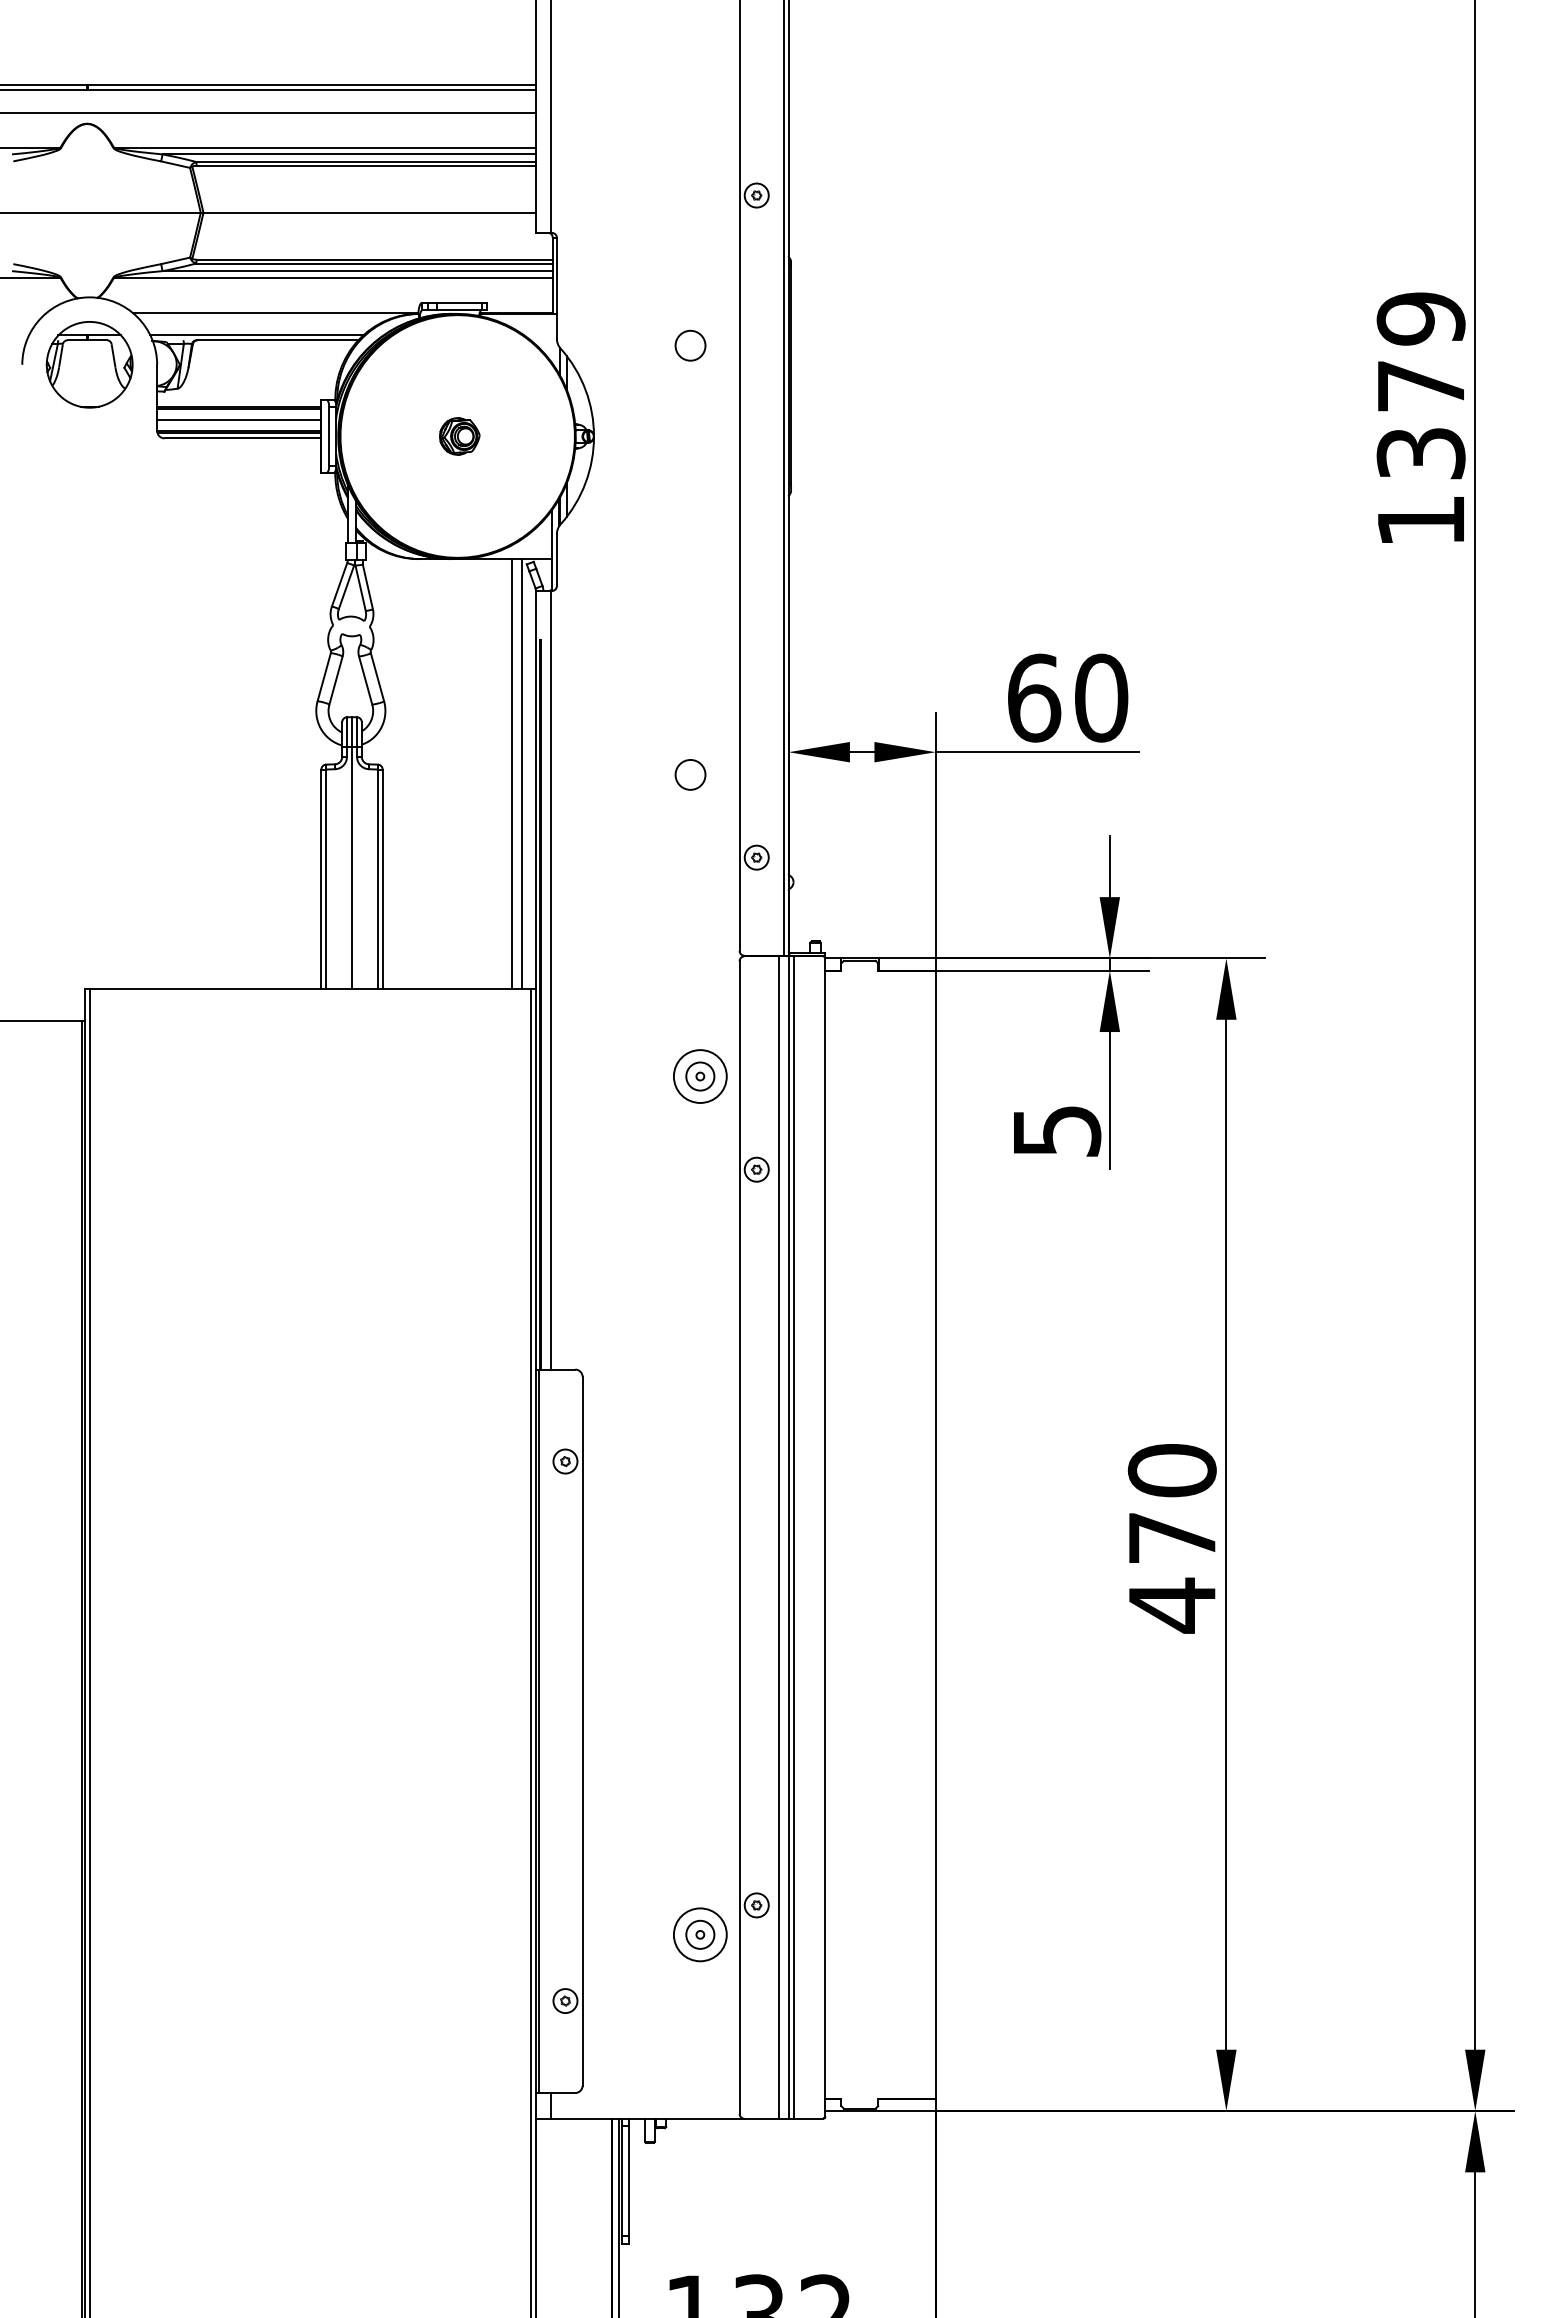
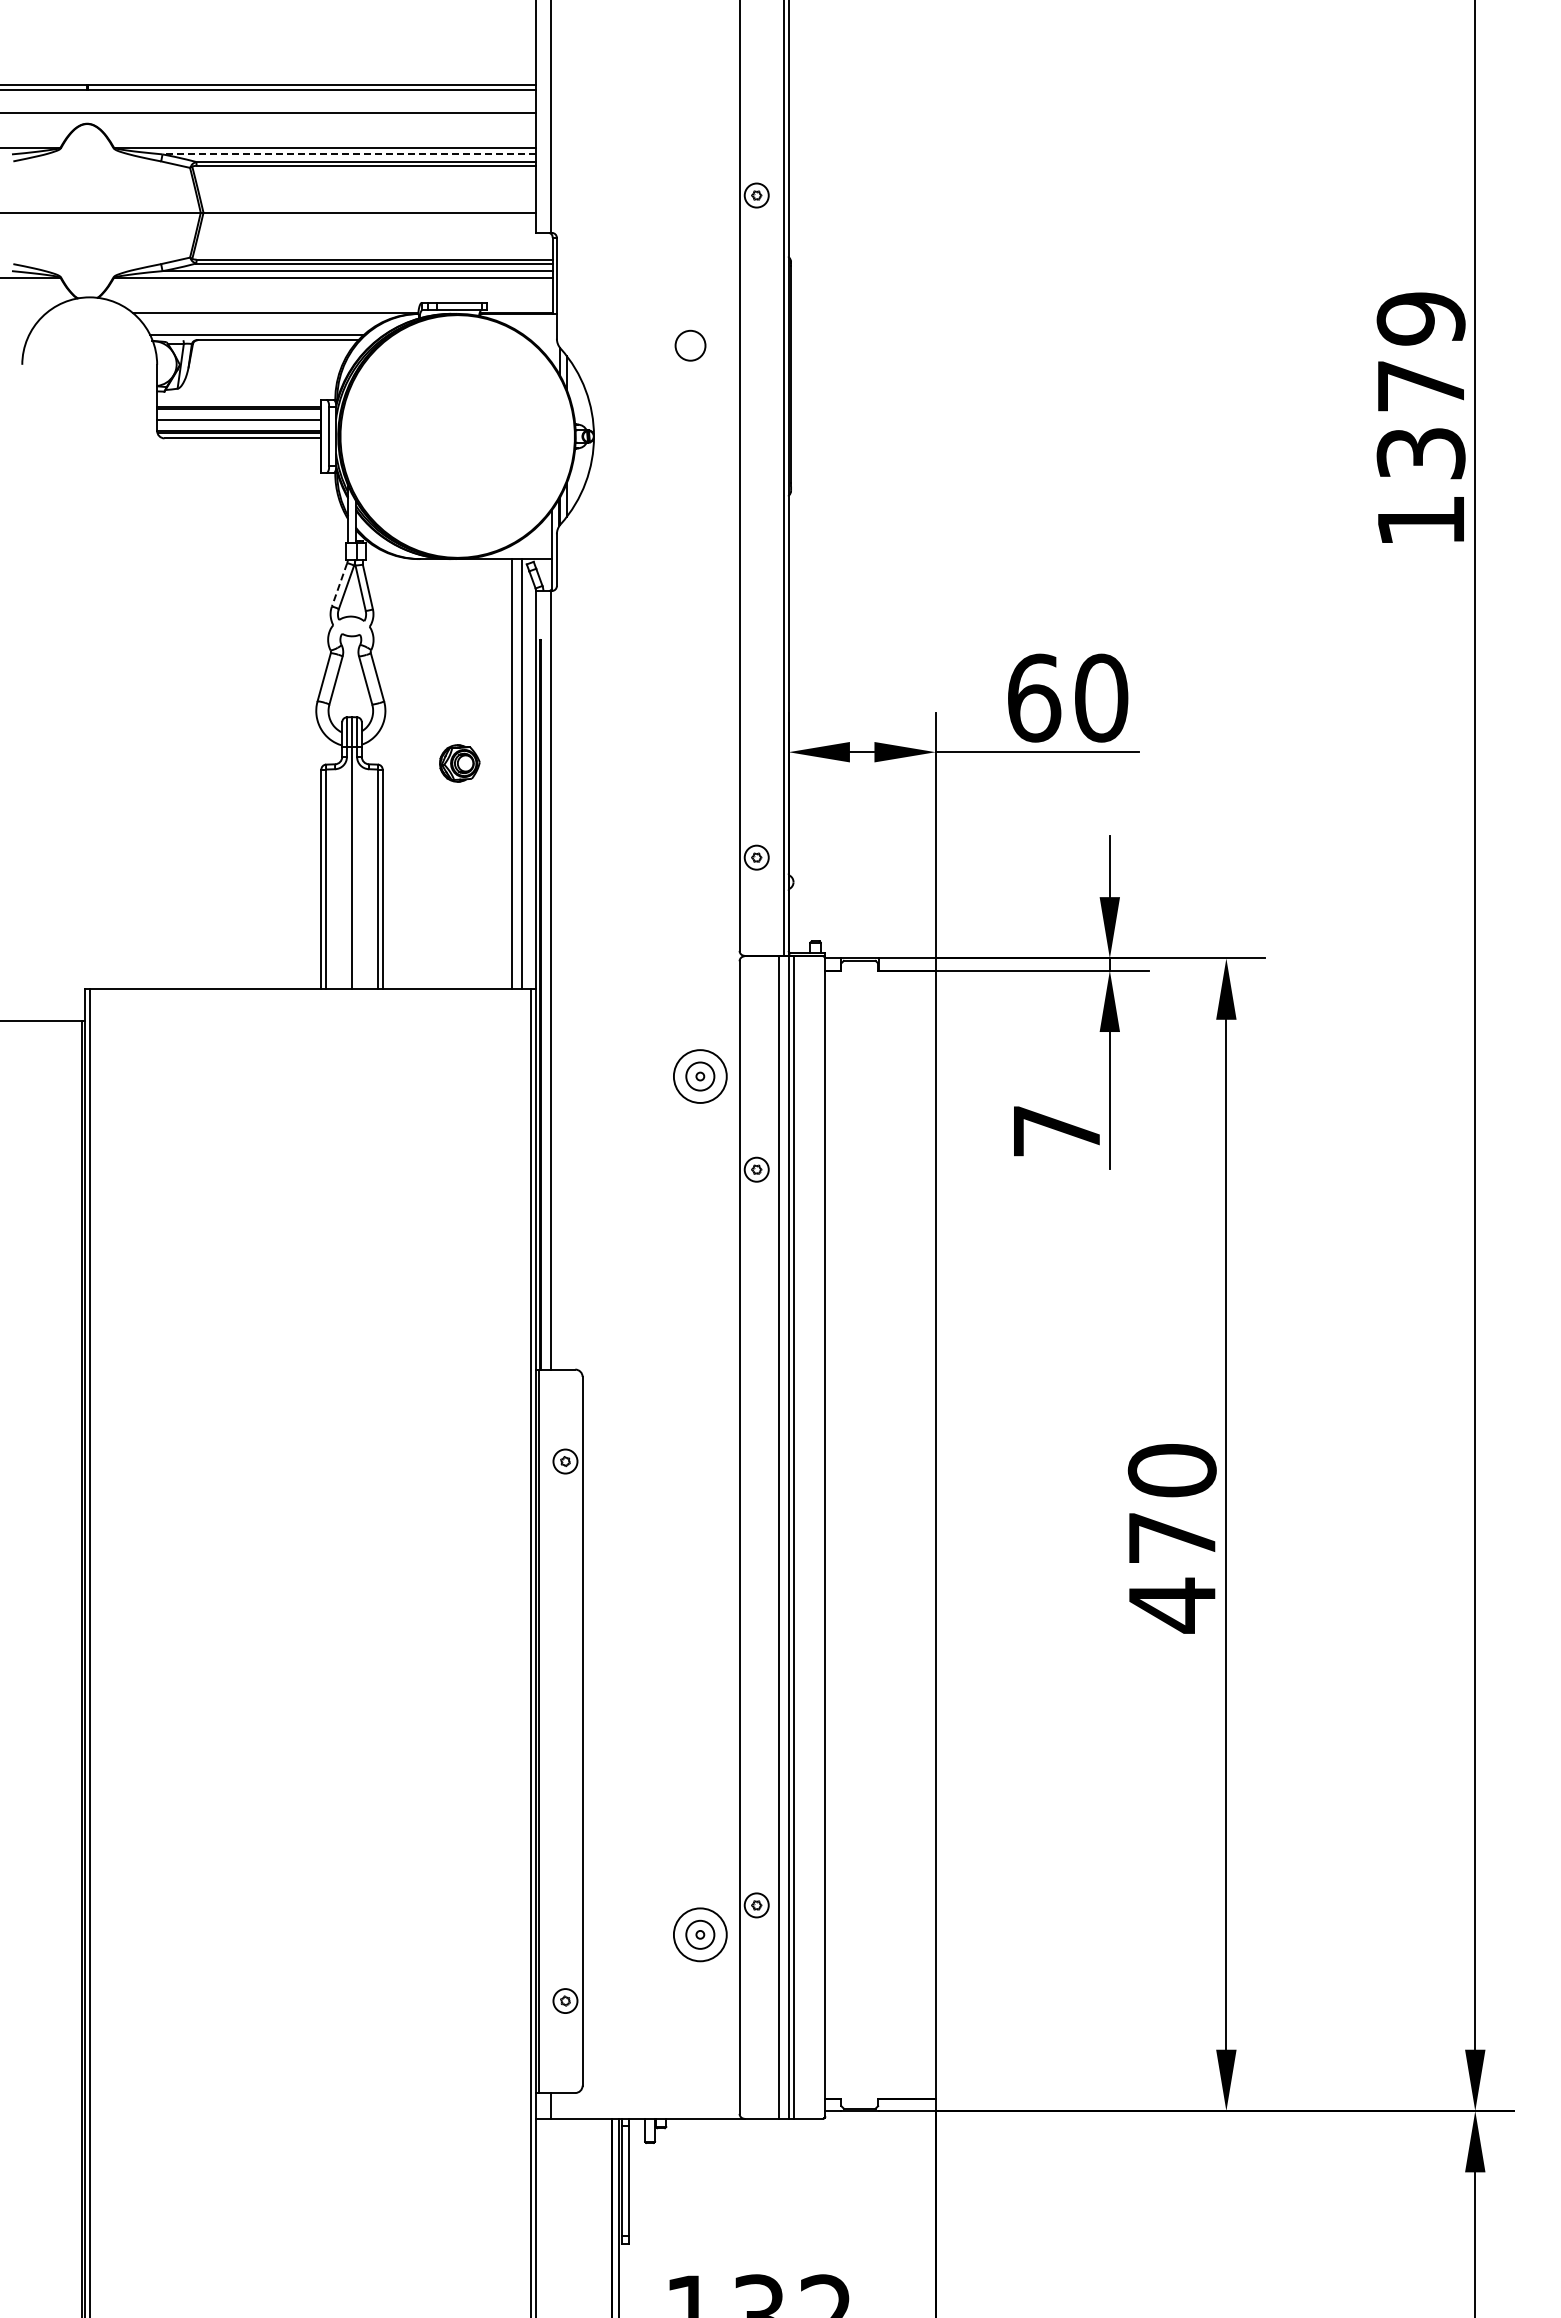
line at (349, 154): solid -> dashed
part at (89, 364): present -> none
part at (459, 436) position: (459, 436) -> (459, 763)
line at (339, 585): solid -> dashed
circle at (690, 774): present -> none
text at (1057, 1131): 5 -> 7
